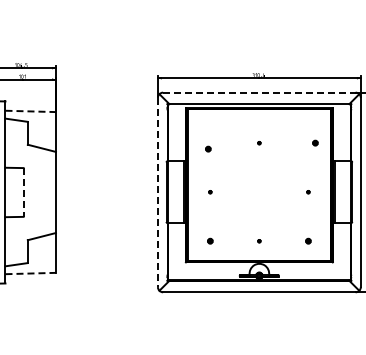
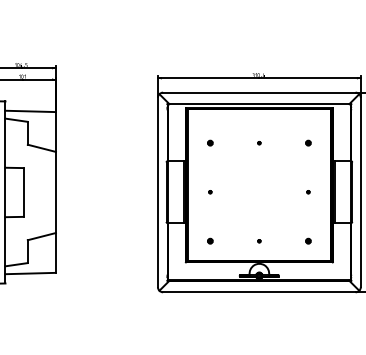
line at (259, 92): dashed -> solid
line at (31, 111): dashed -> solid
part at (315, 142) position: (315, 142) -> (308, 142)
part at (208, 148) position: (208, 148) -> (210, 142)
line at (23, 192): dashed -> solid
line at (157, 192): dashed -> solid
line at (31, 273): dashed -> solid
